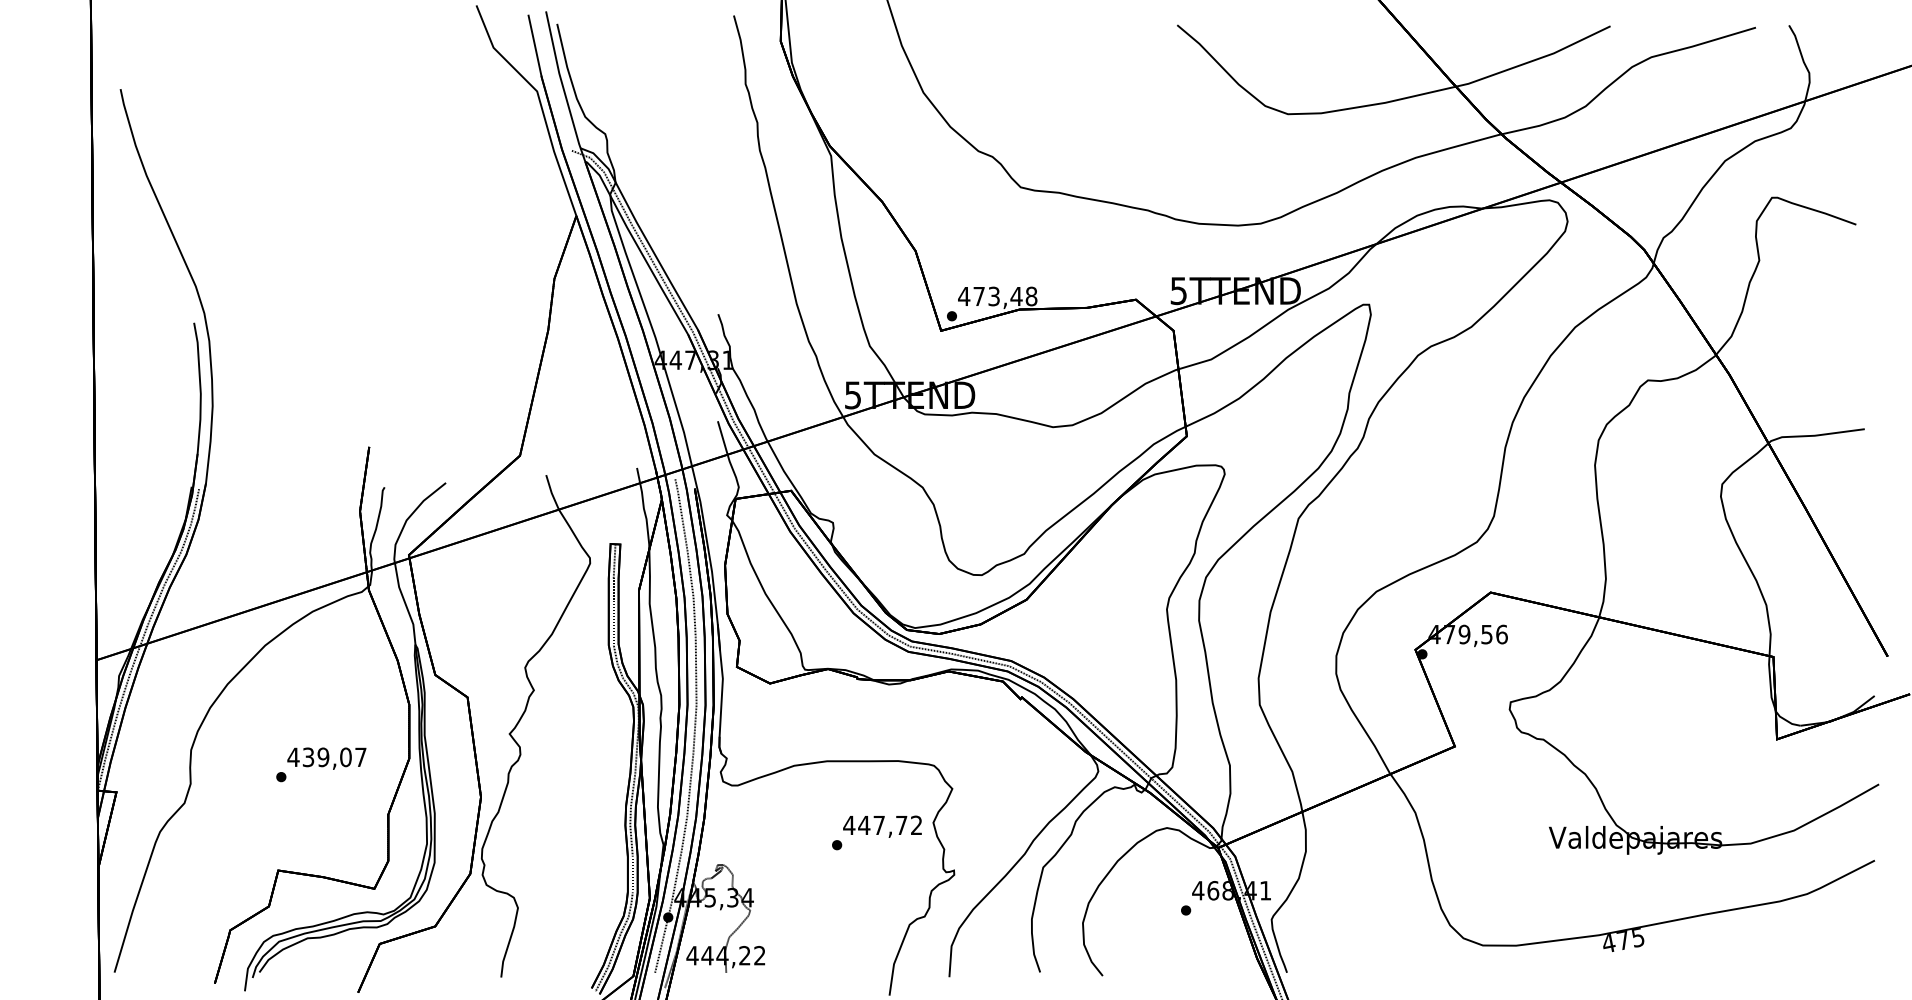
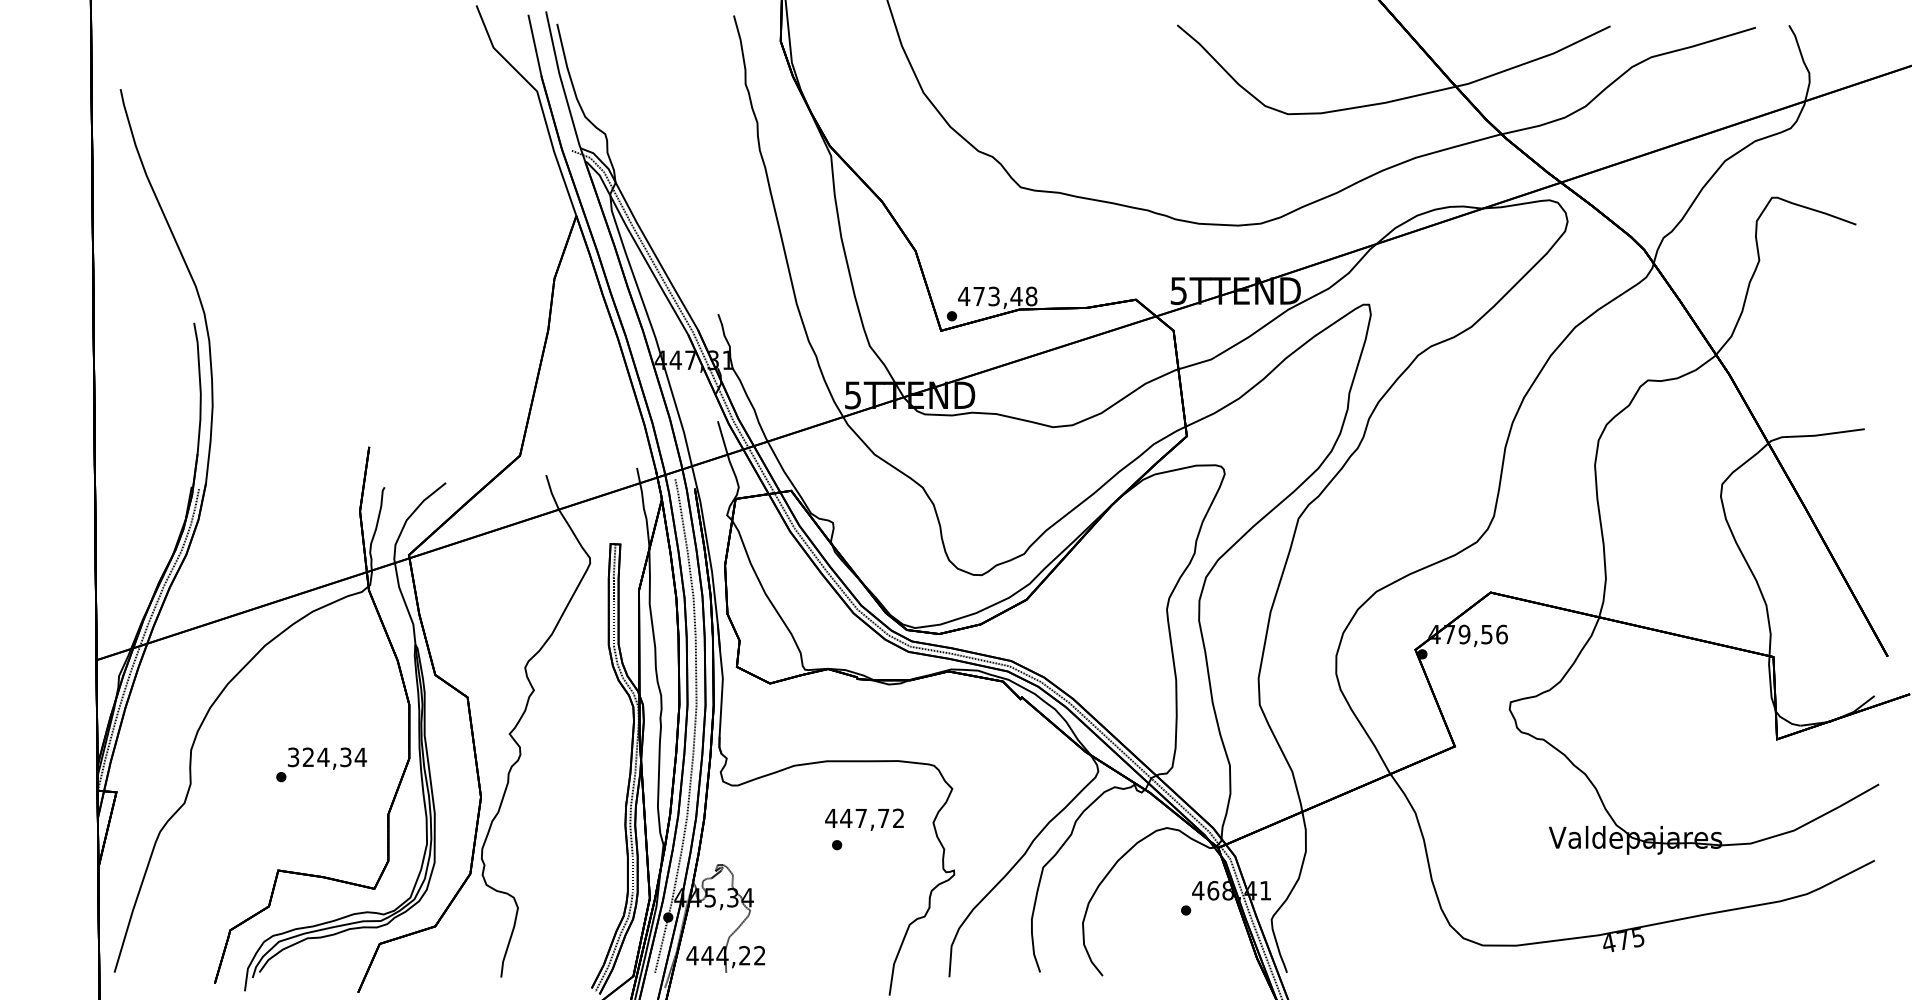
text at (327, 757): 439,07 -> 324,34
text at (882, 826) position: (882, 826) -> (864, 819)
